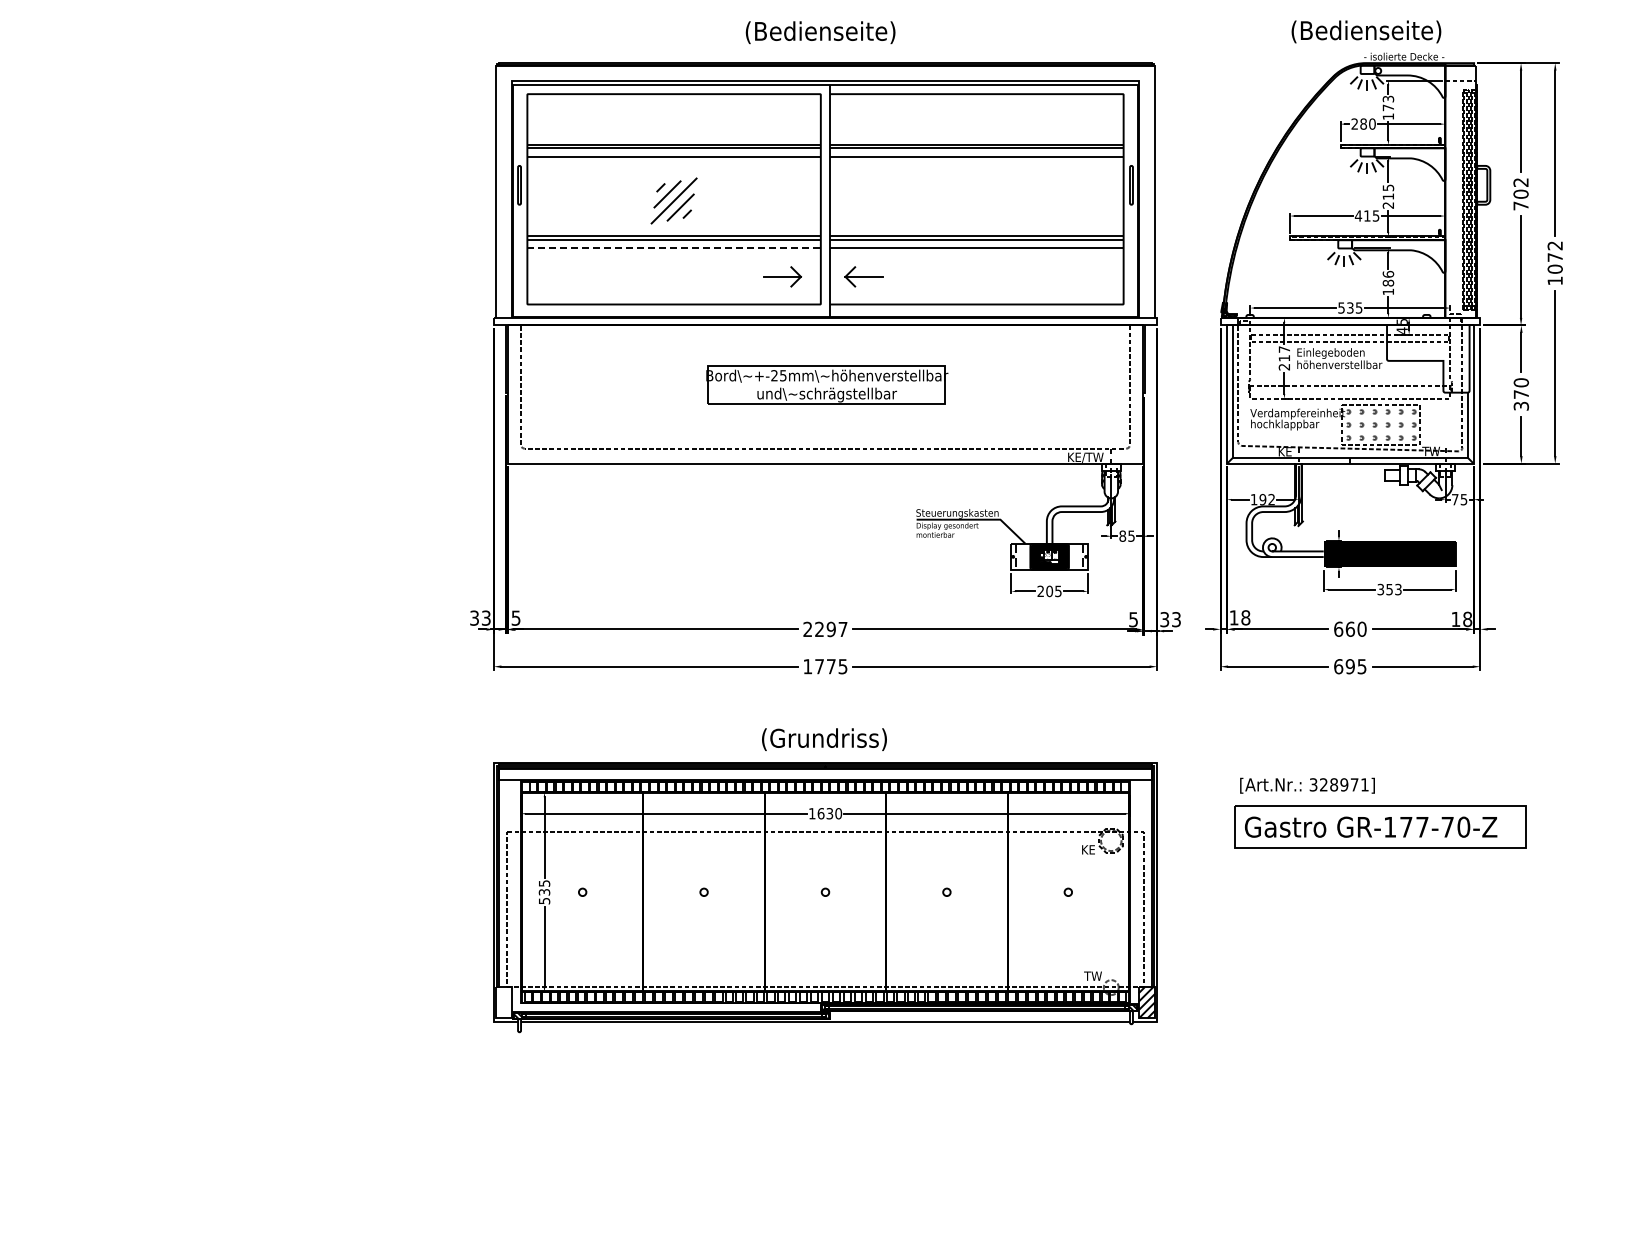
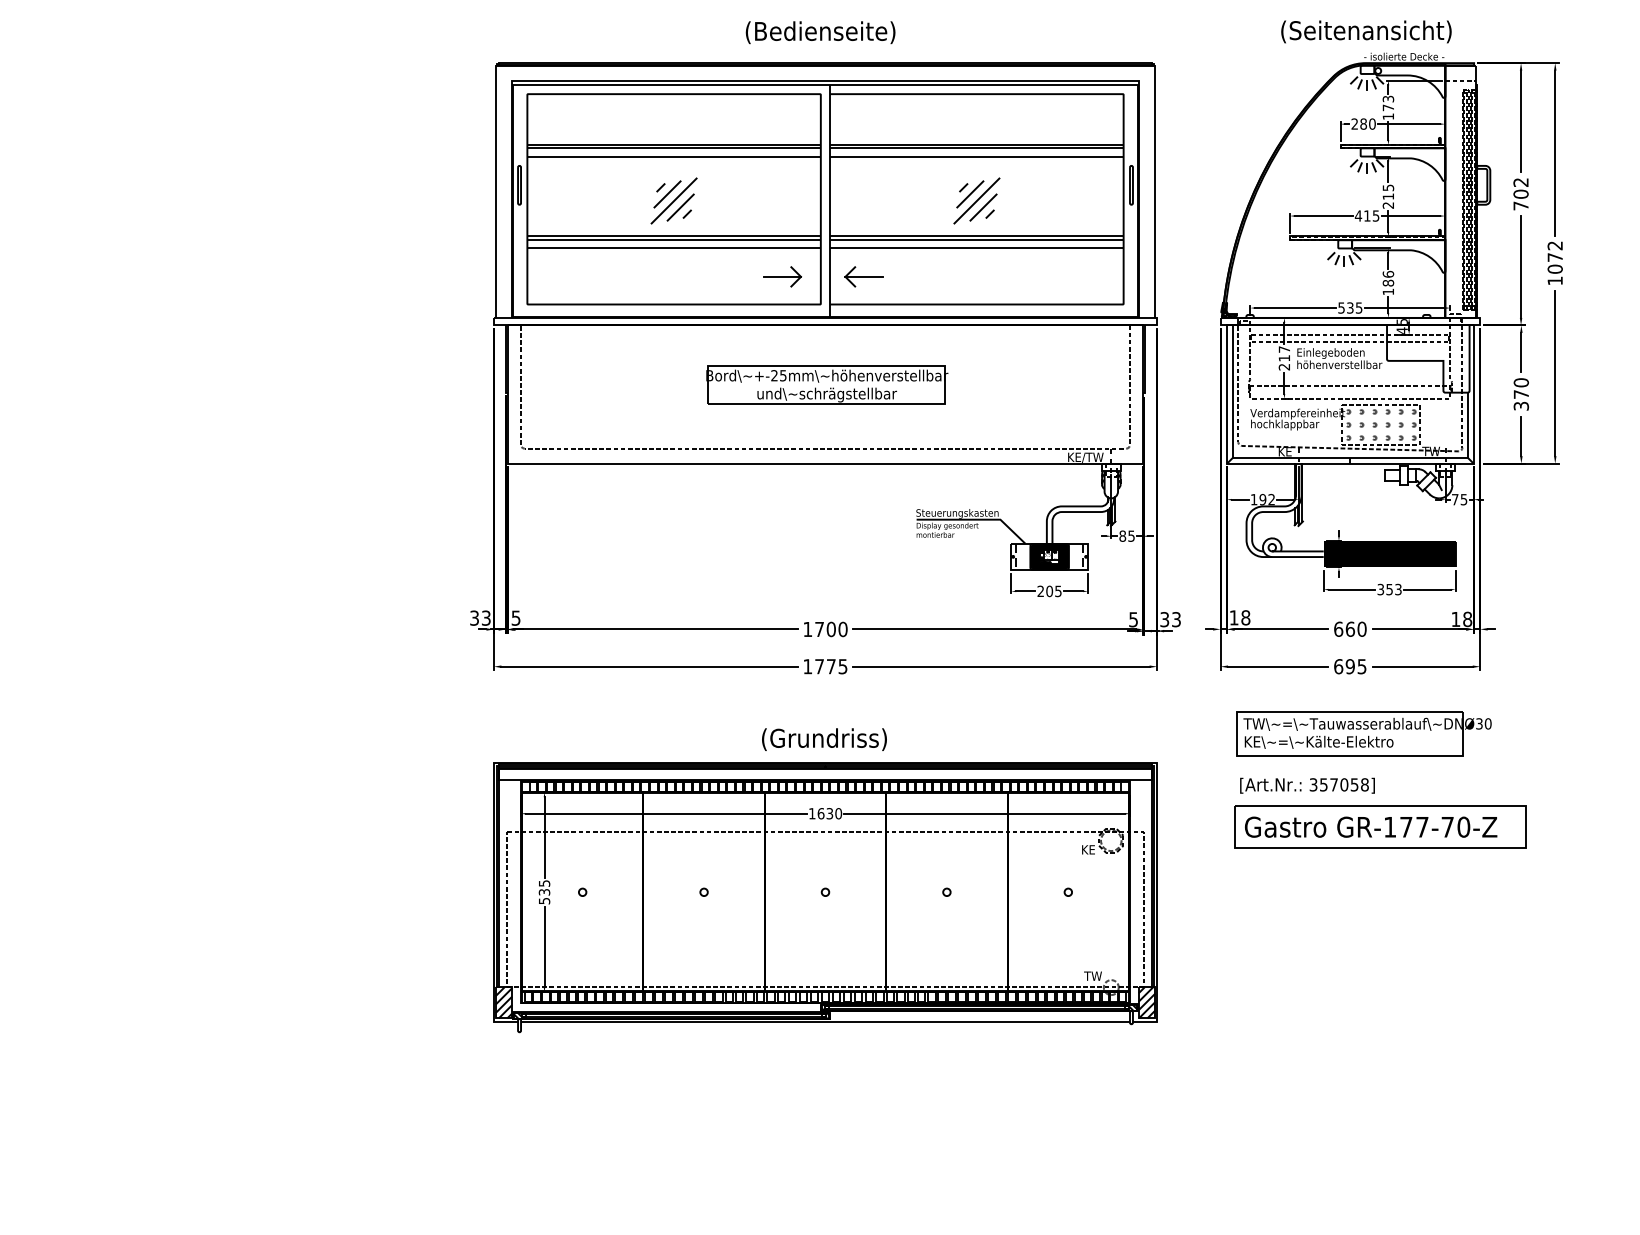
text at (1366, 31): (Bedienseite) -> (Seitenansicht)
part at (976, 200): none -> present
line at (674, 248): dashed -> solid
text at (825, 629): 2297 -> 1700
part at (1363, 733): none -> present
text at (1344, 784): 328971] -> 357058]
hatch at (503, 1002): none -> present
